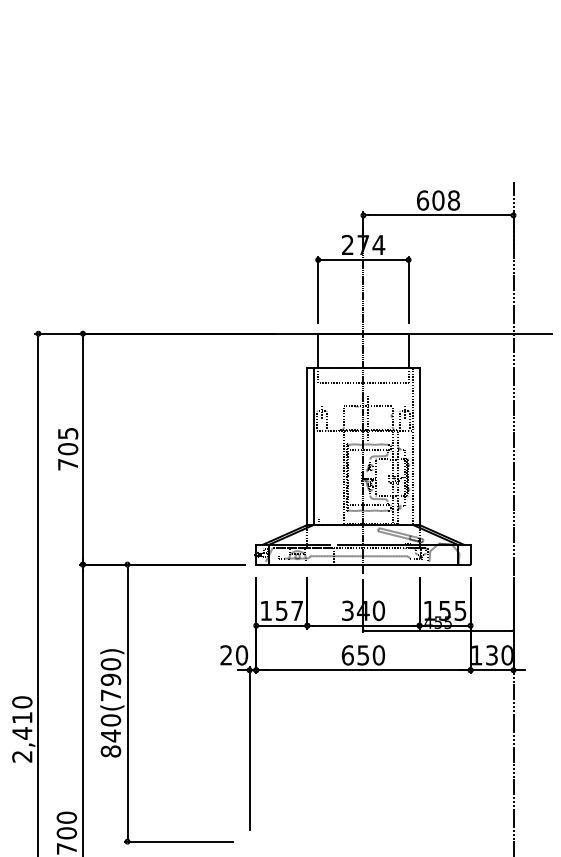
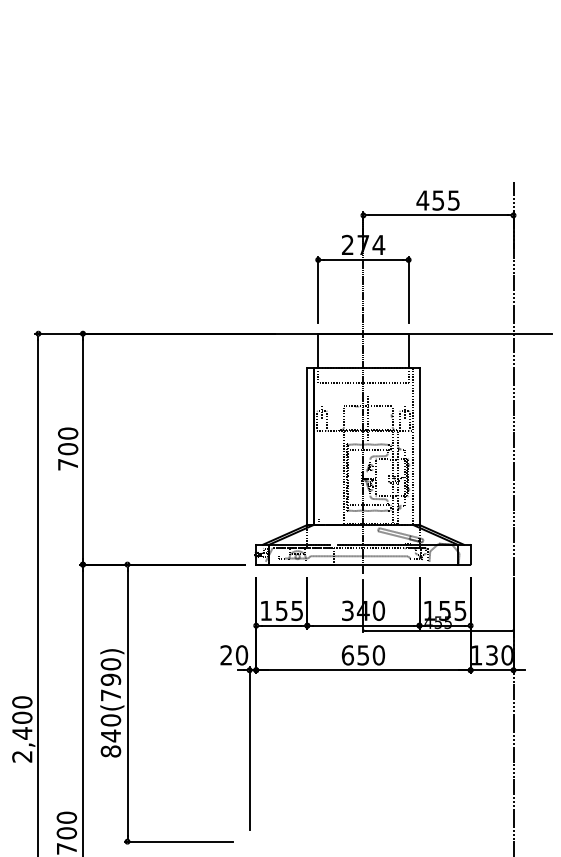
text at (438, 200): 608 -> 455
text at (68, 433): 705 -> 700
text at (296, 611): 157 -> 155
text at (22, 717): 2,410 -> 2,400
